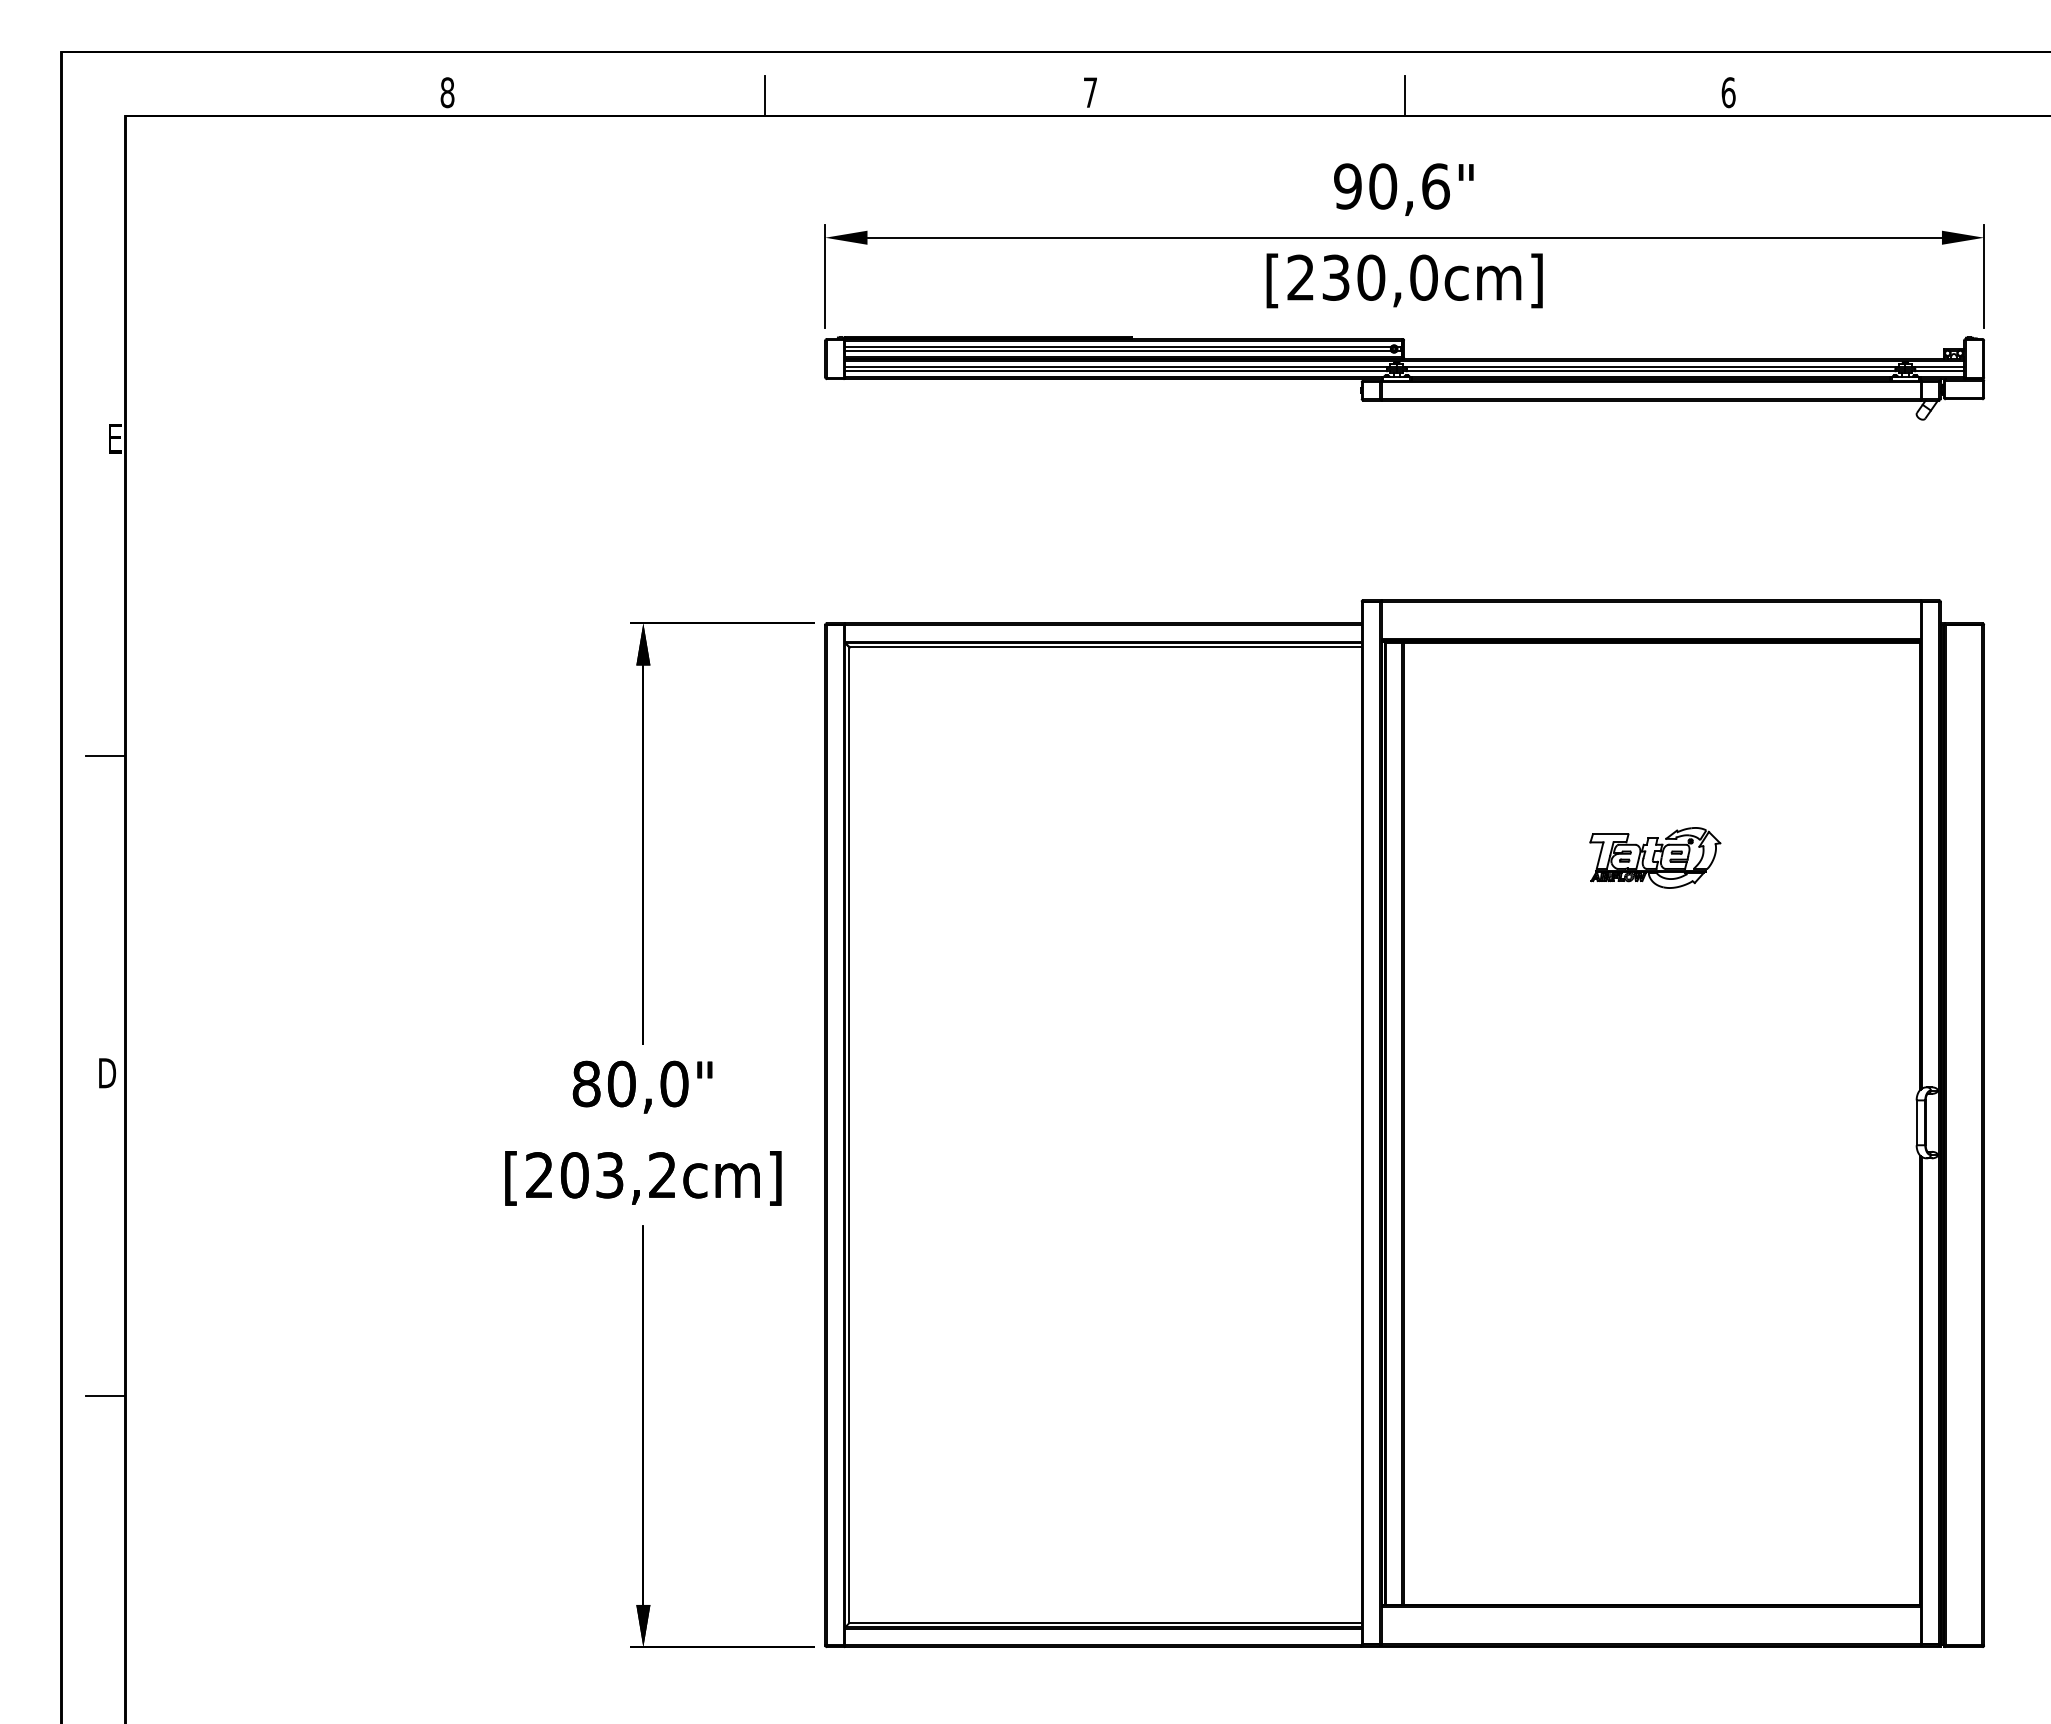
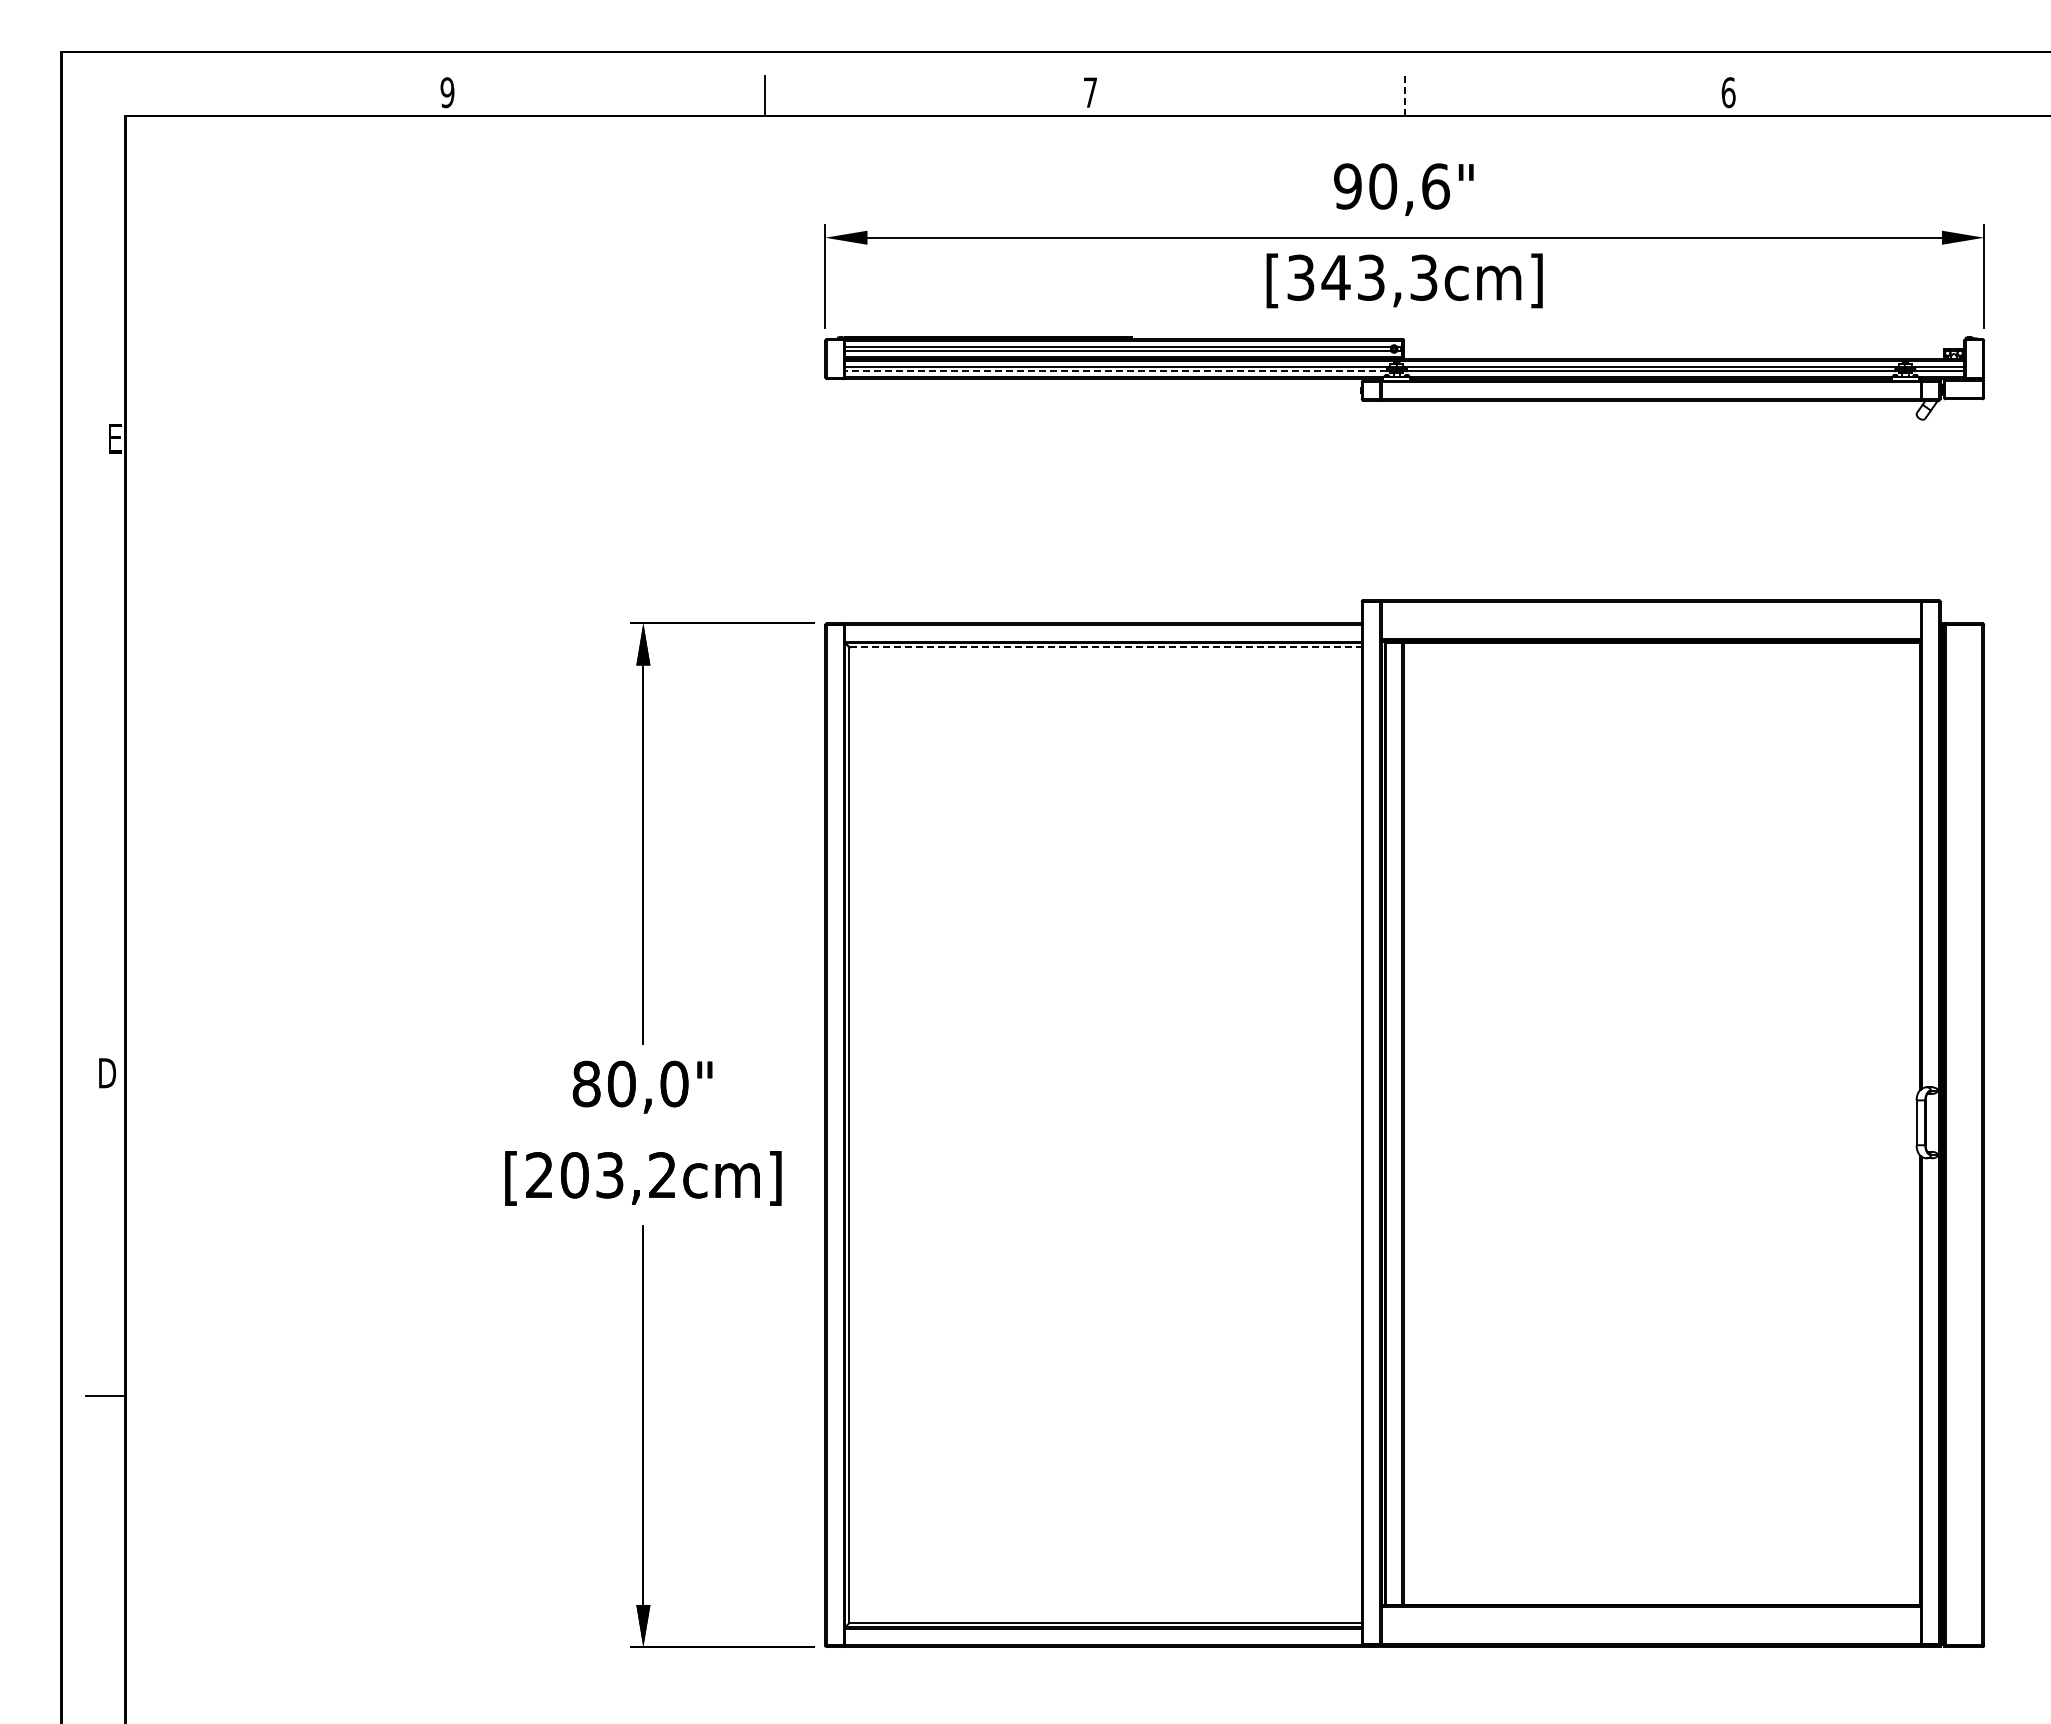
text at (447, 92): 8 -> 9
line at (1405, 95): solid -> dashed
text at (1362, 277): [230,0cm] -> [343,3cm]
line at (1116, 371): solid -> dashed
line at (1105, 647): solid -> dashed
line at (105, 755): present -> none
part at (1655, 857): present -> none
